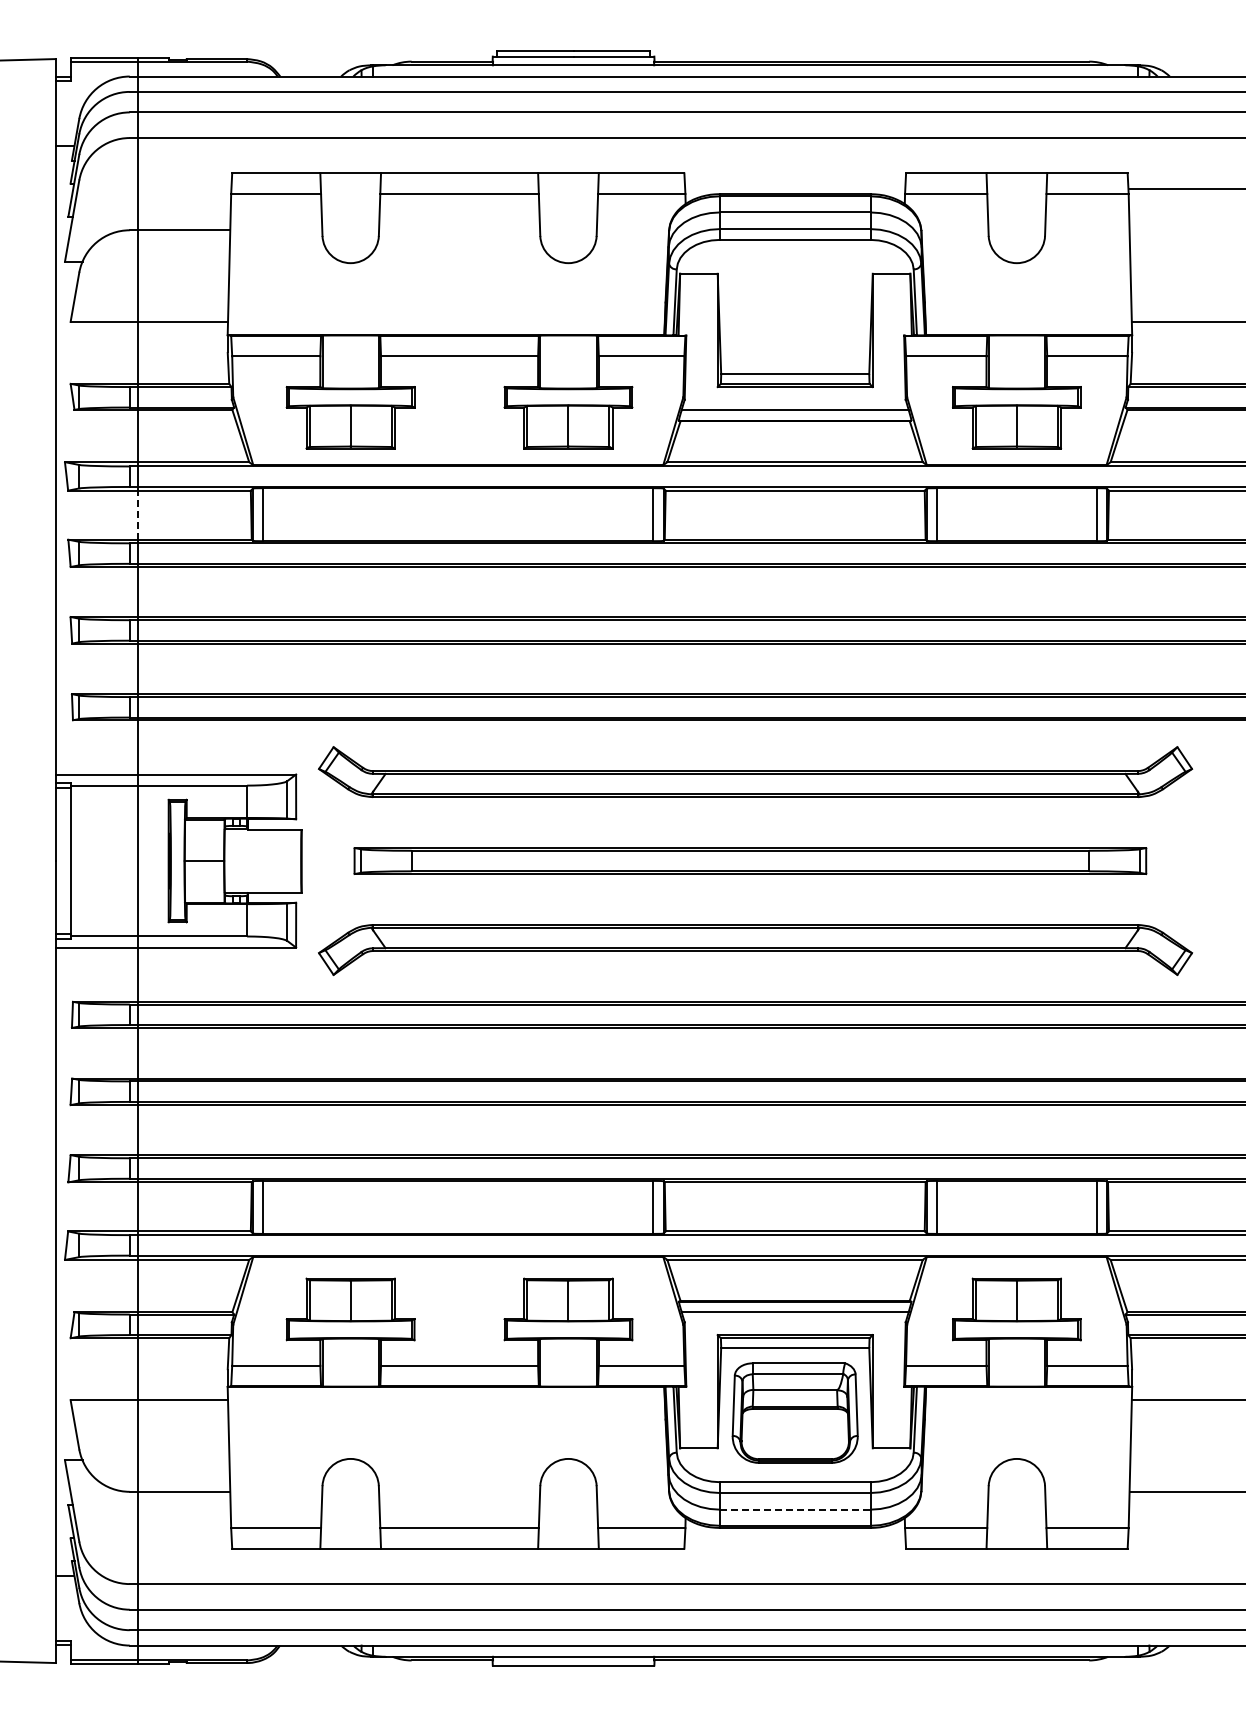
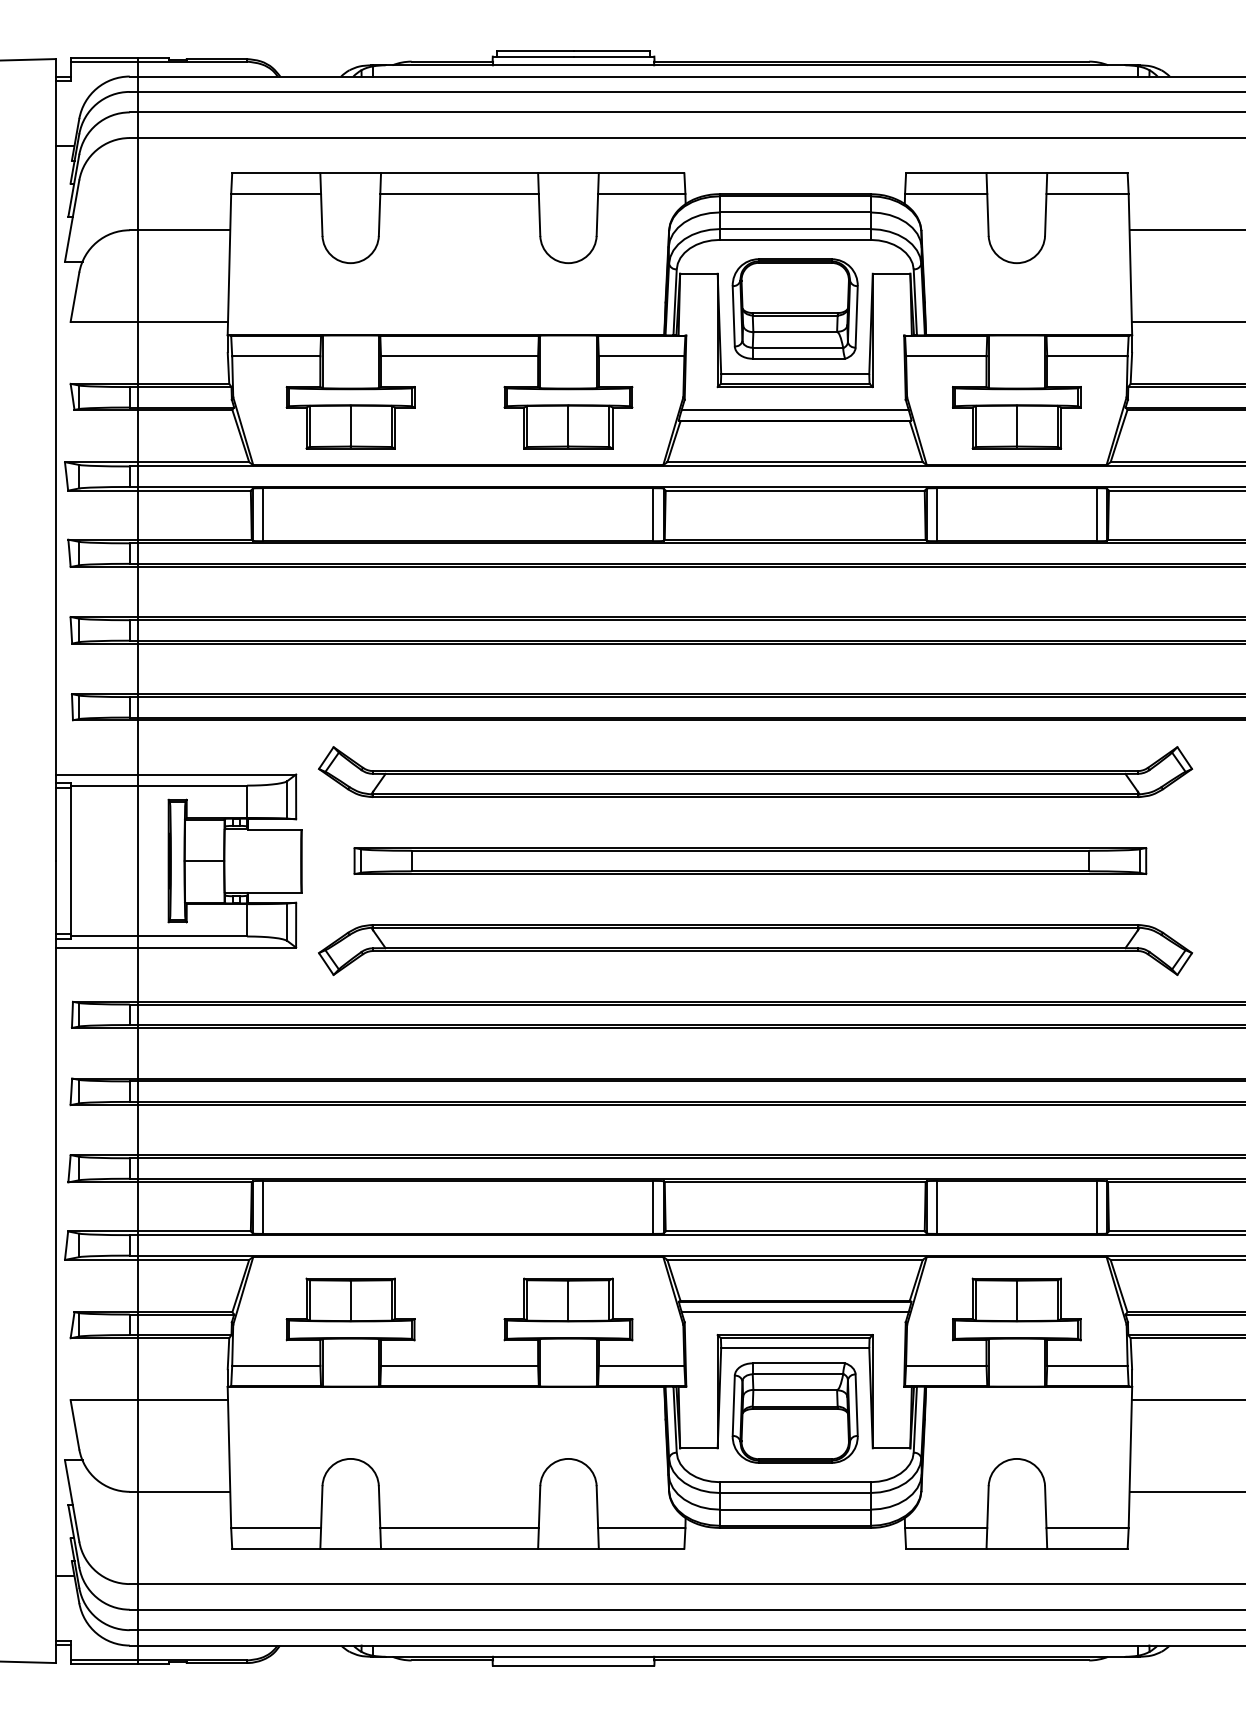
line at (1185, 189) position: (1185, 189) -> (1185, 230)
part at (794, 308): none -> present
line at (138, 515): dashed -> solid
line at (795, 1509): dashed -> solid
